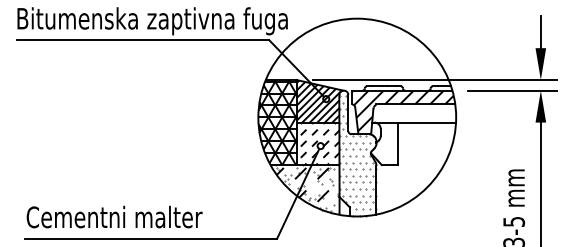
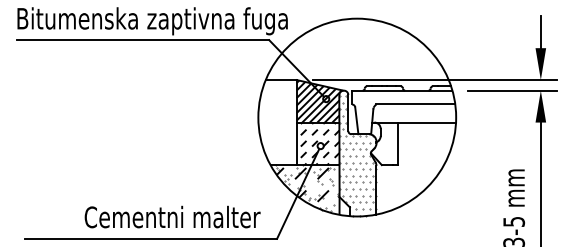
hatch at (402, 112): present -> none
hatch at (277, 122): present -> none
text at (114, 216) position: (114, 216) -> (172, 216)
